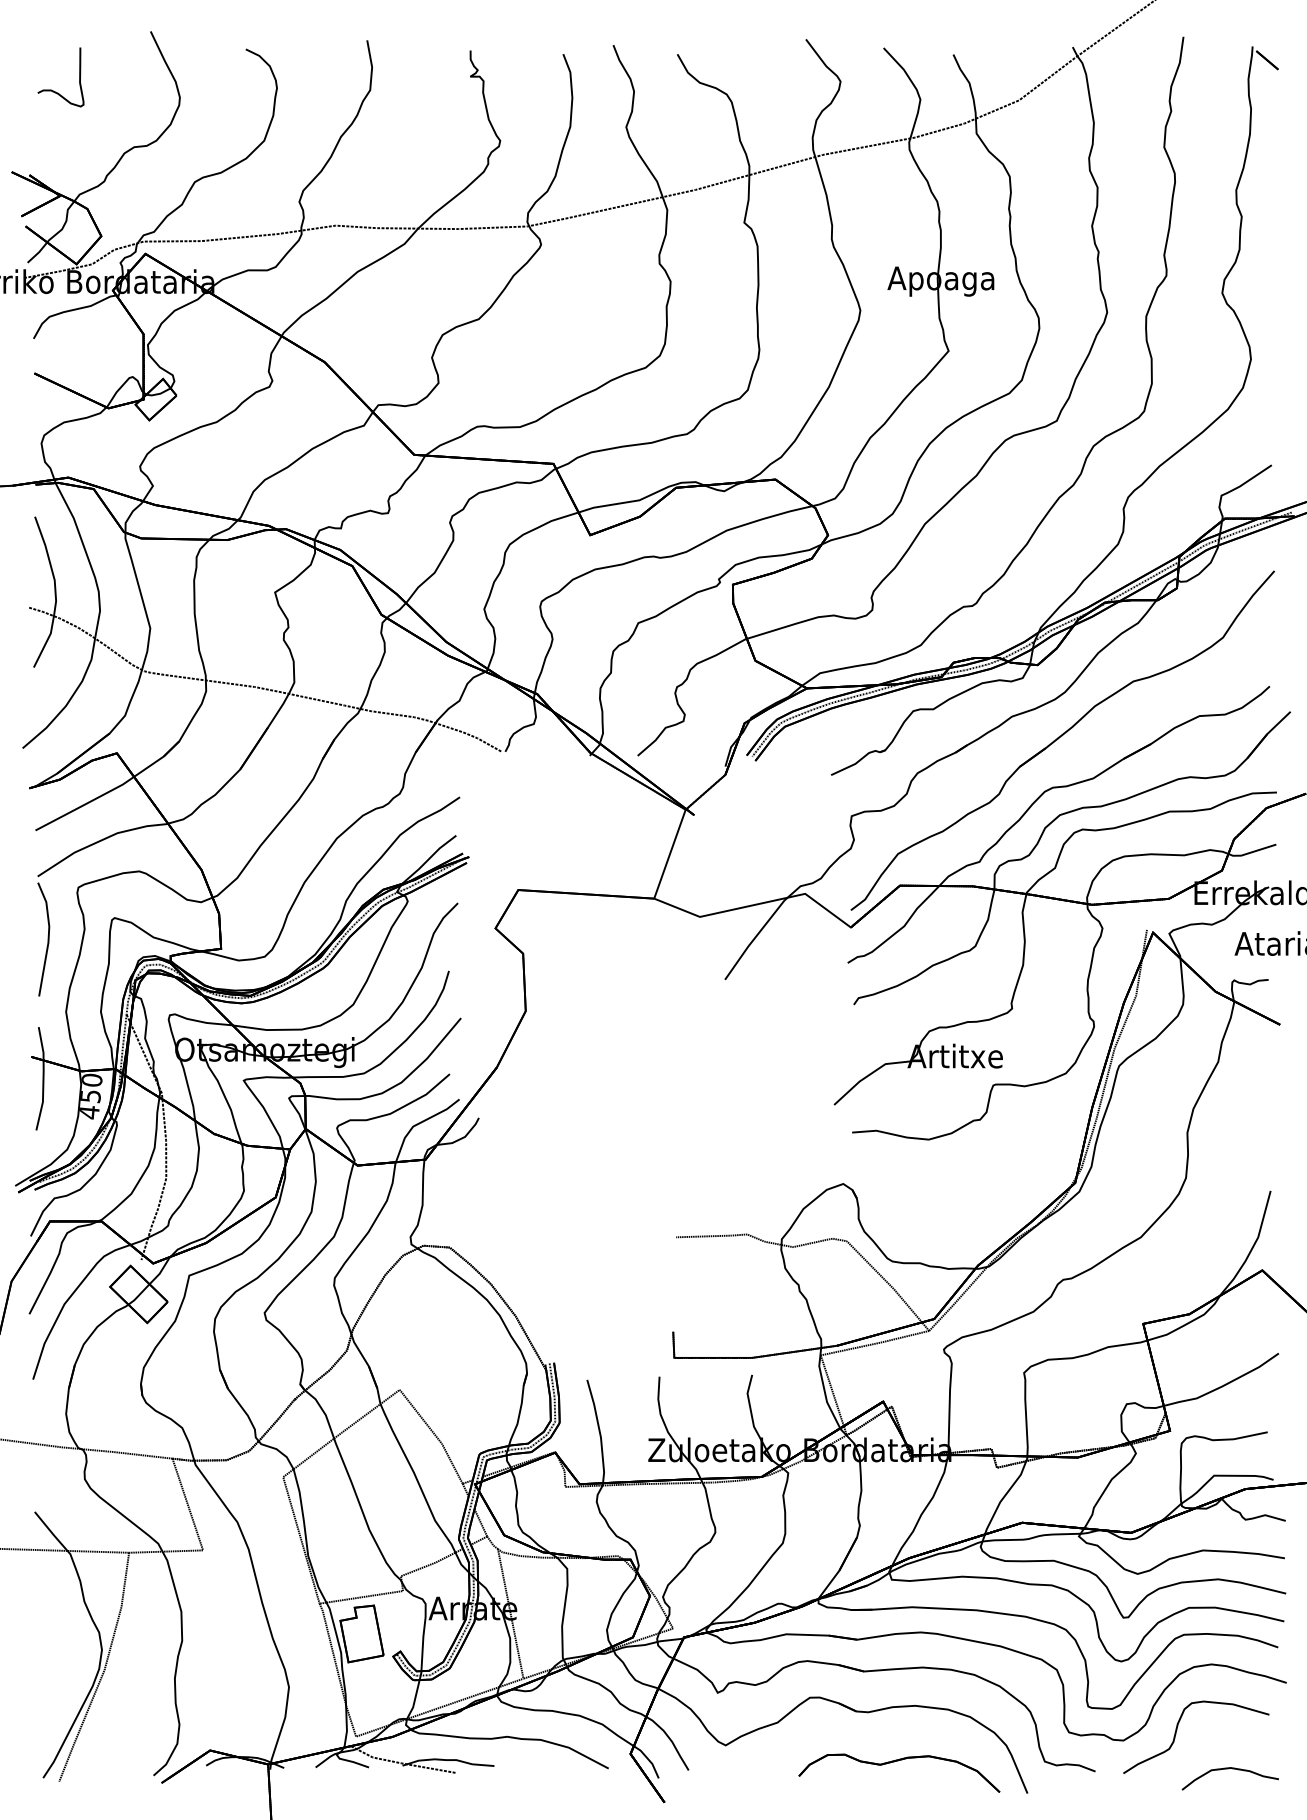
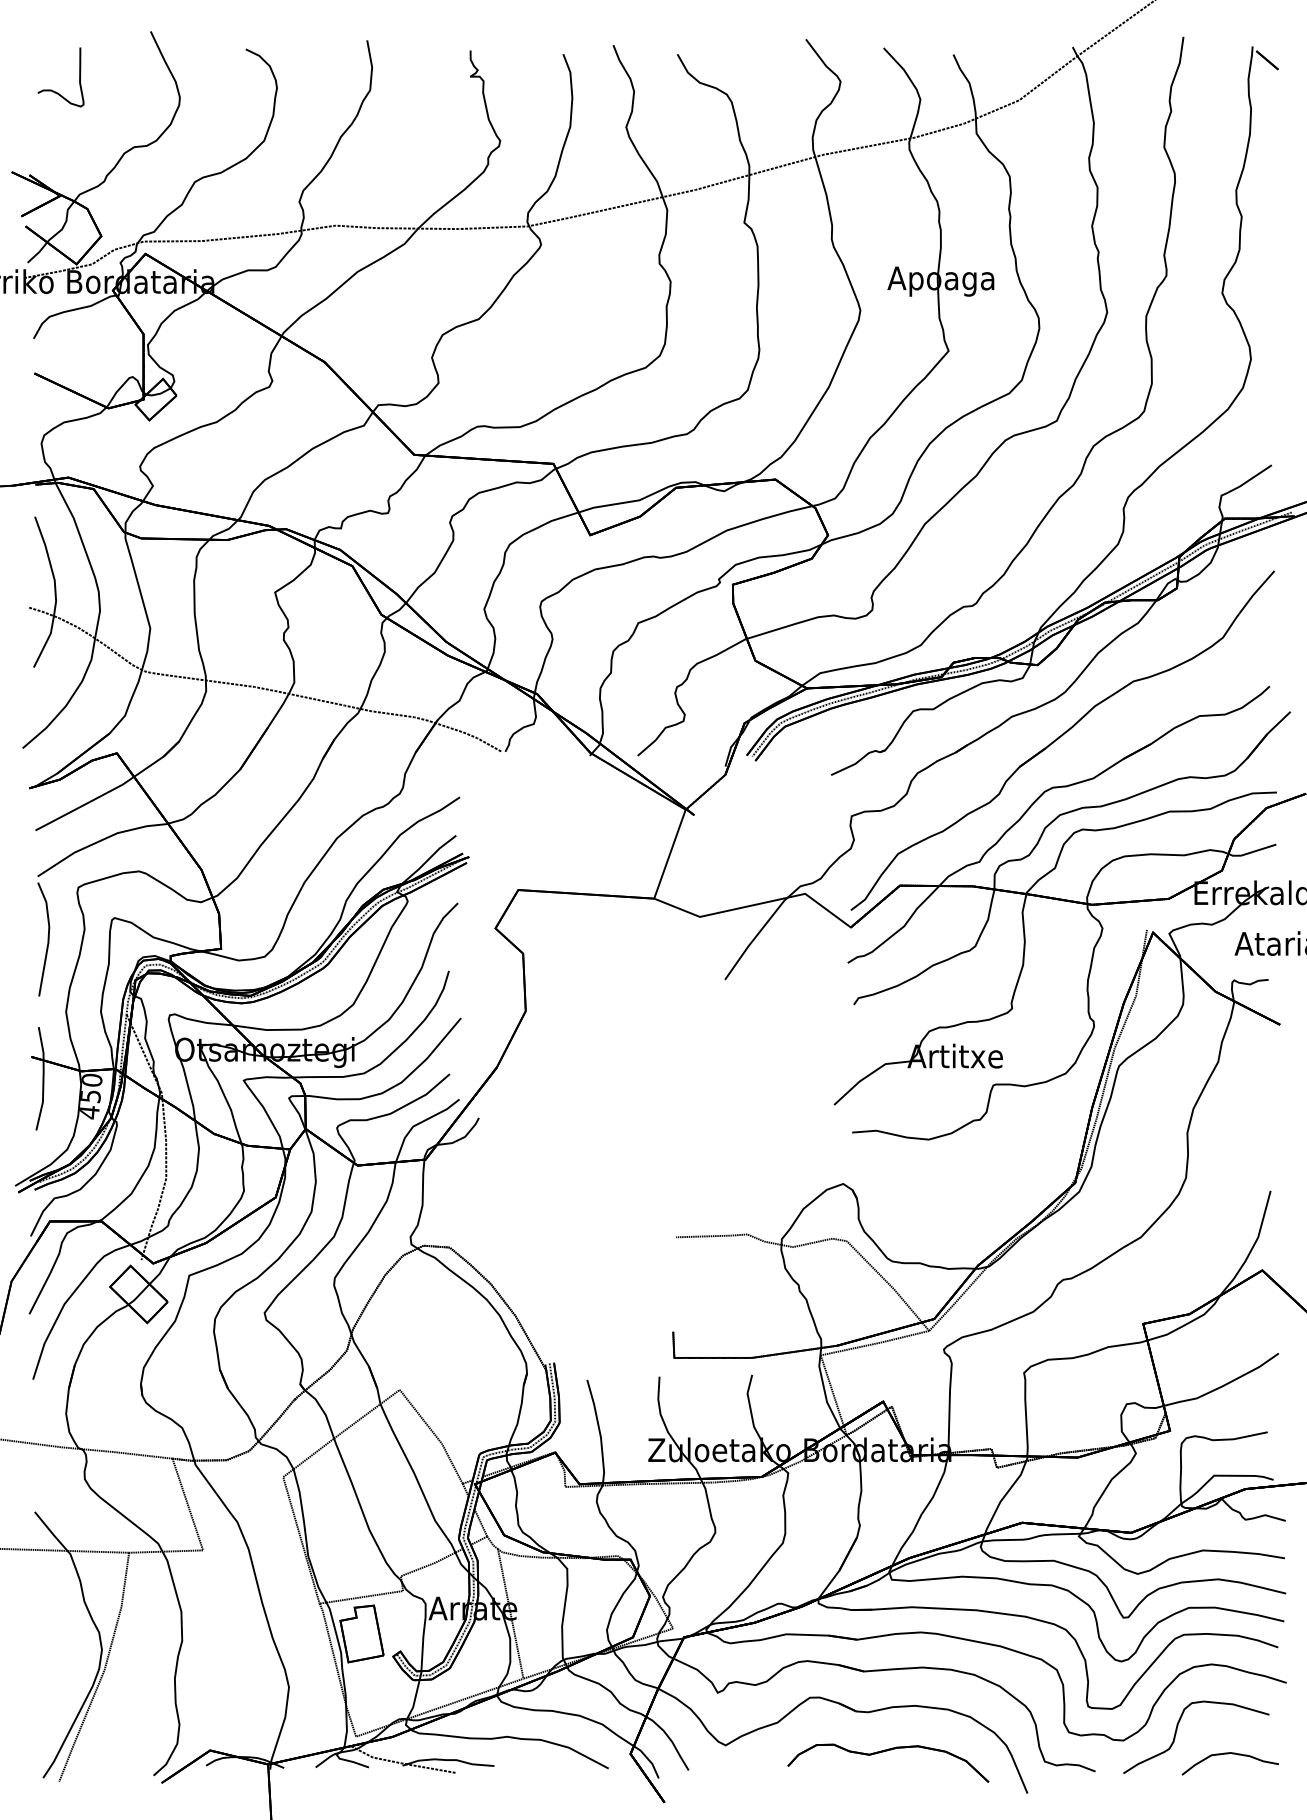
part at (898, 1761) position: (898, 1761) -> (887, 1751)
curve at (1228, 1769) position: (1228, 1769) -> (1228, 1754)
